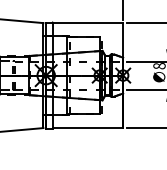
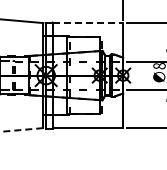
line at (88, 23): solid -> dashed
line at (22, 129): solid -> dashed
